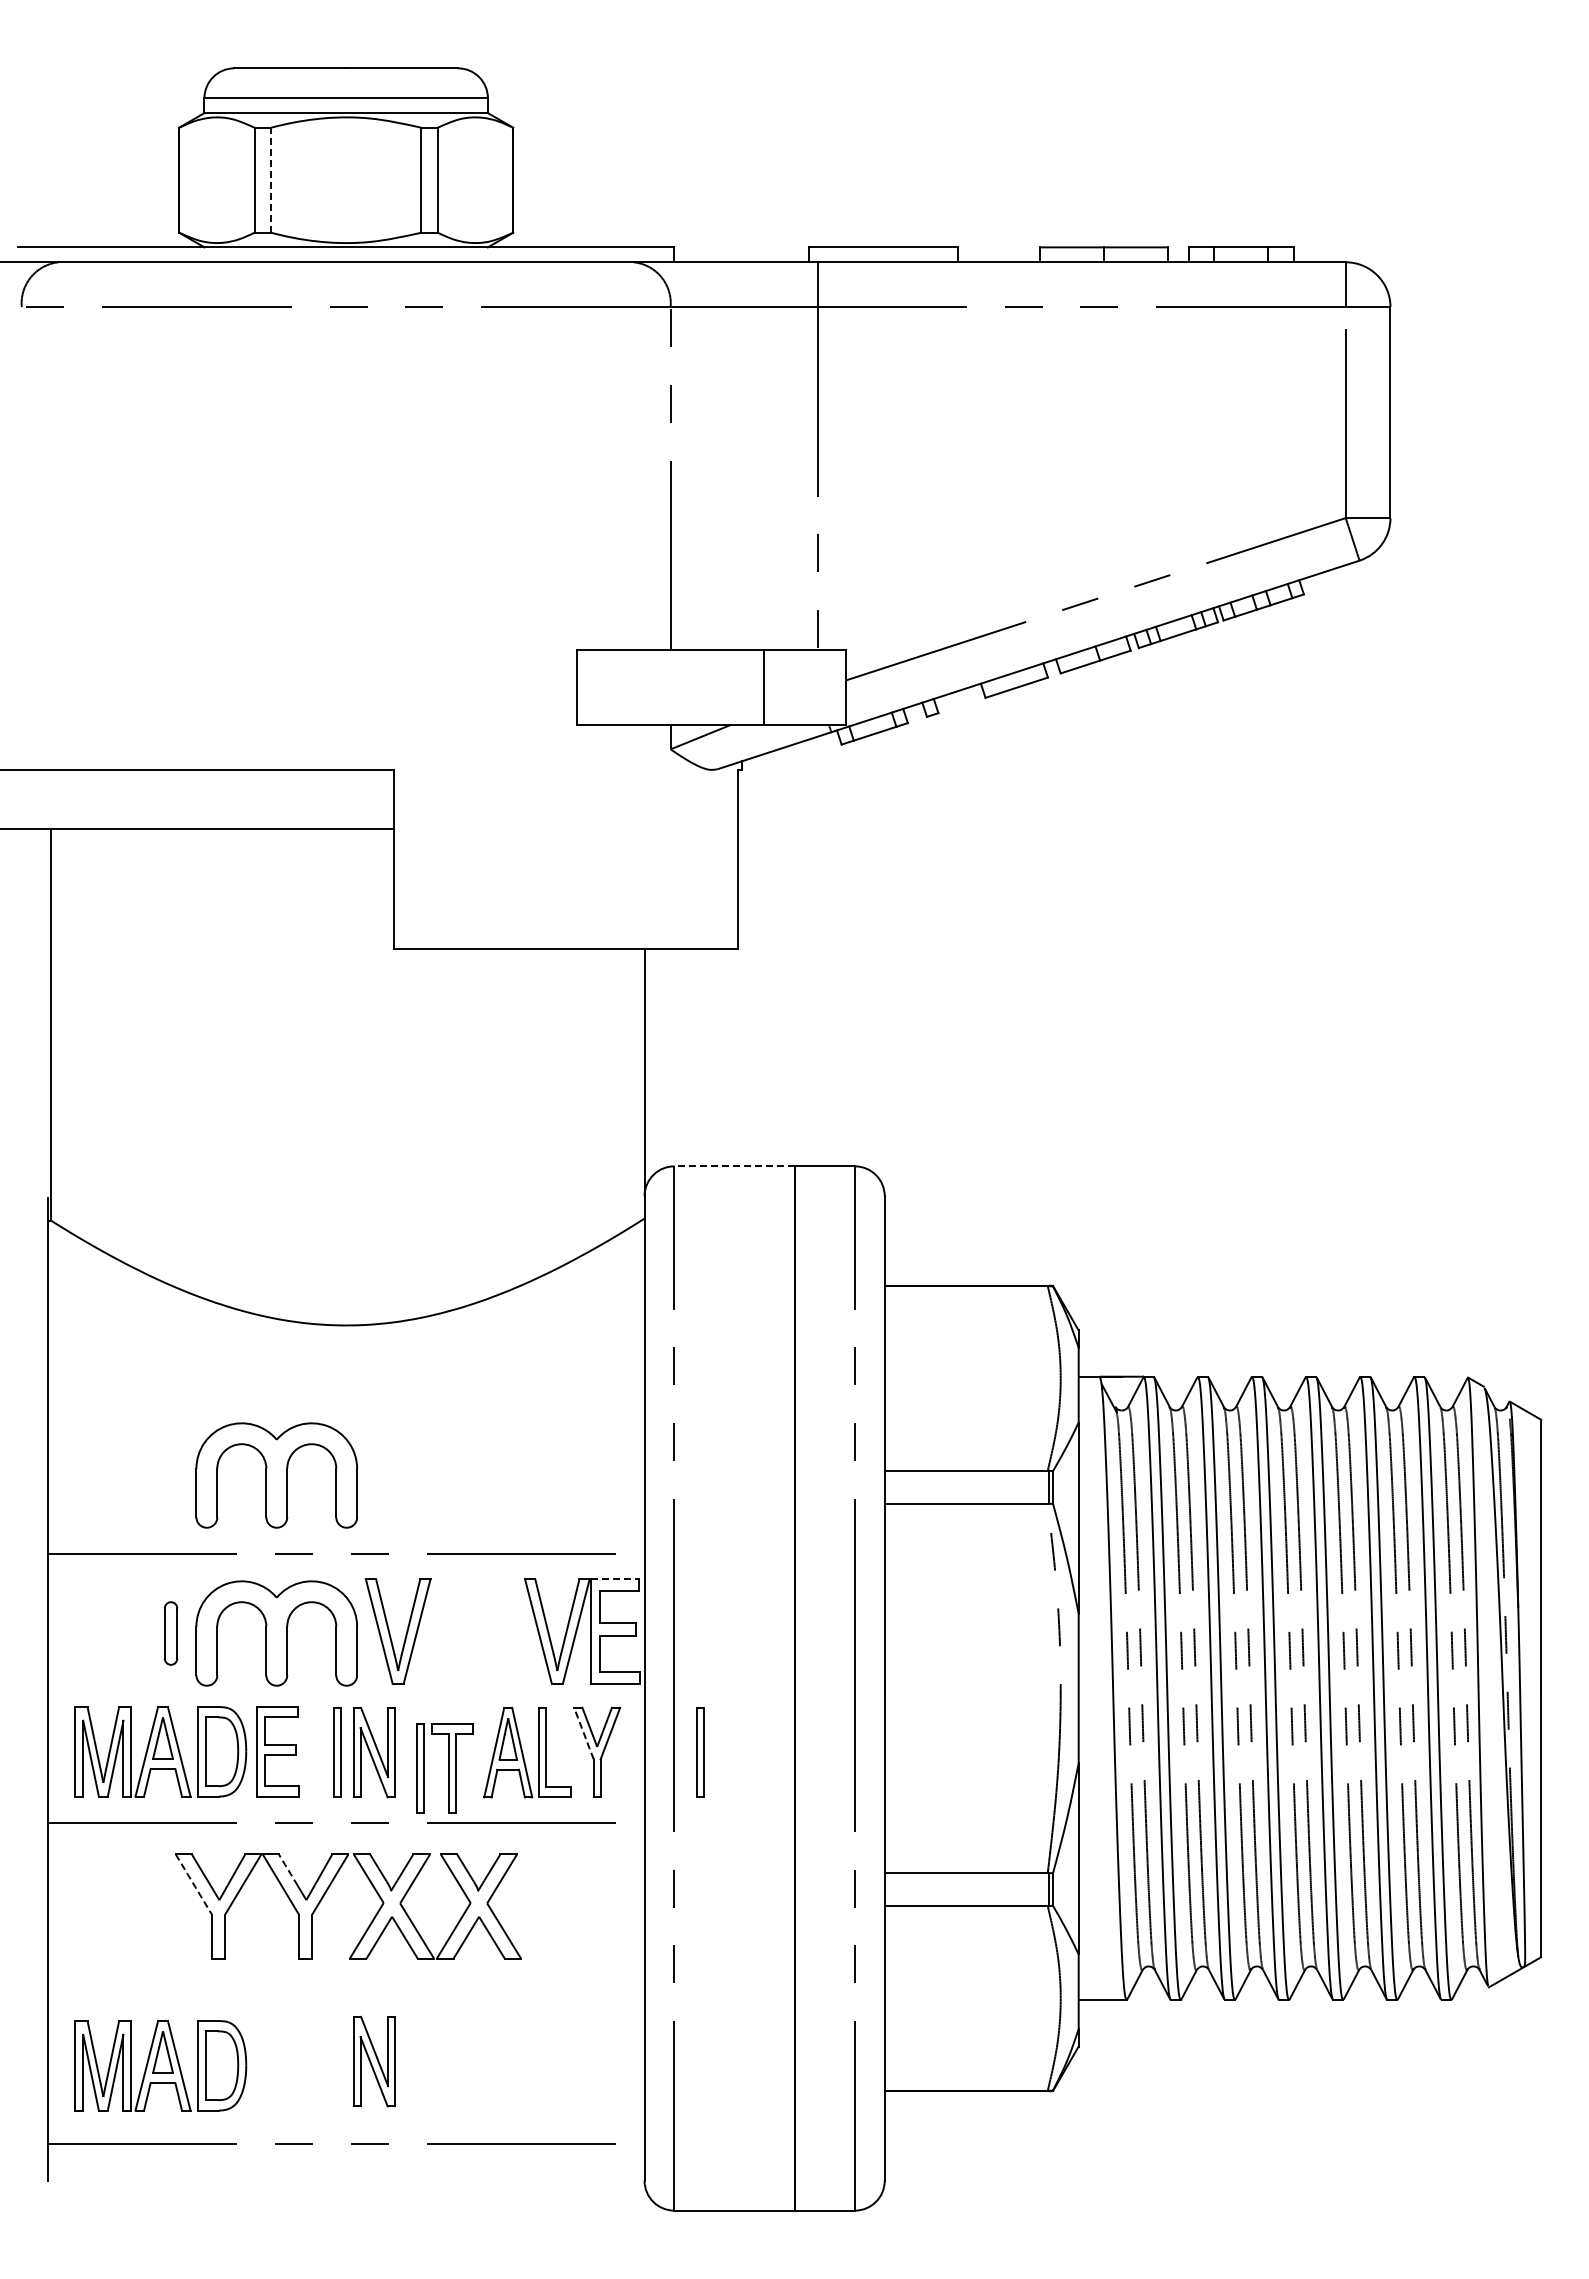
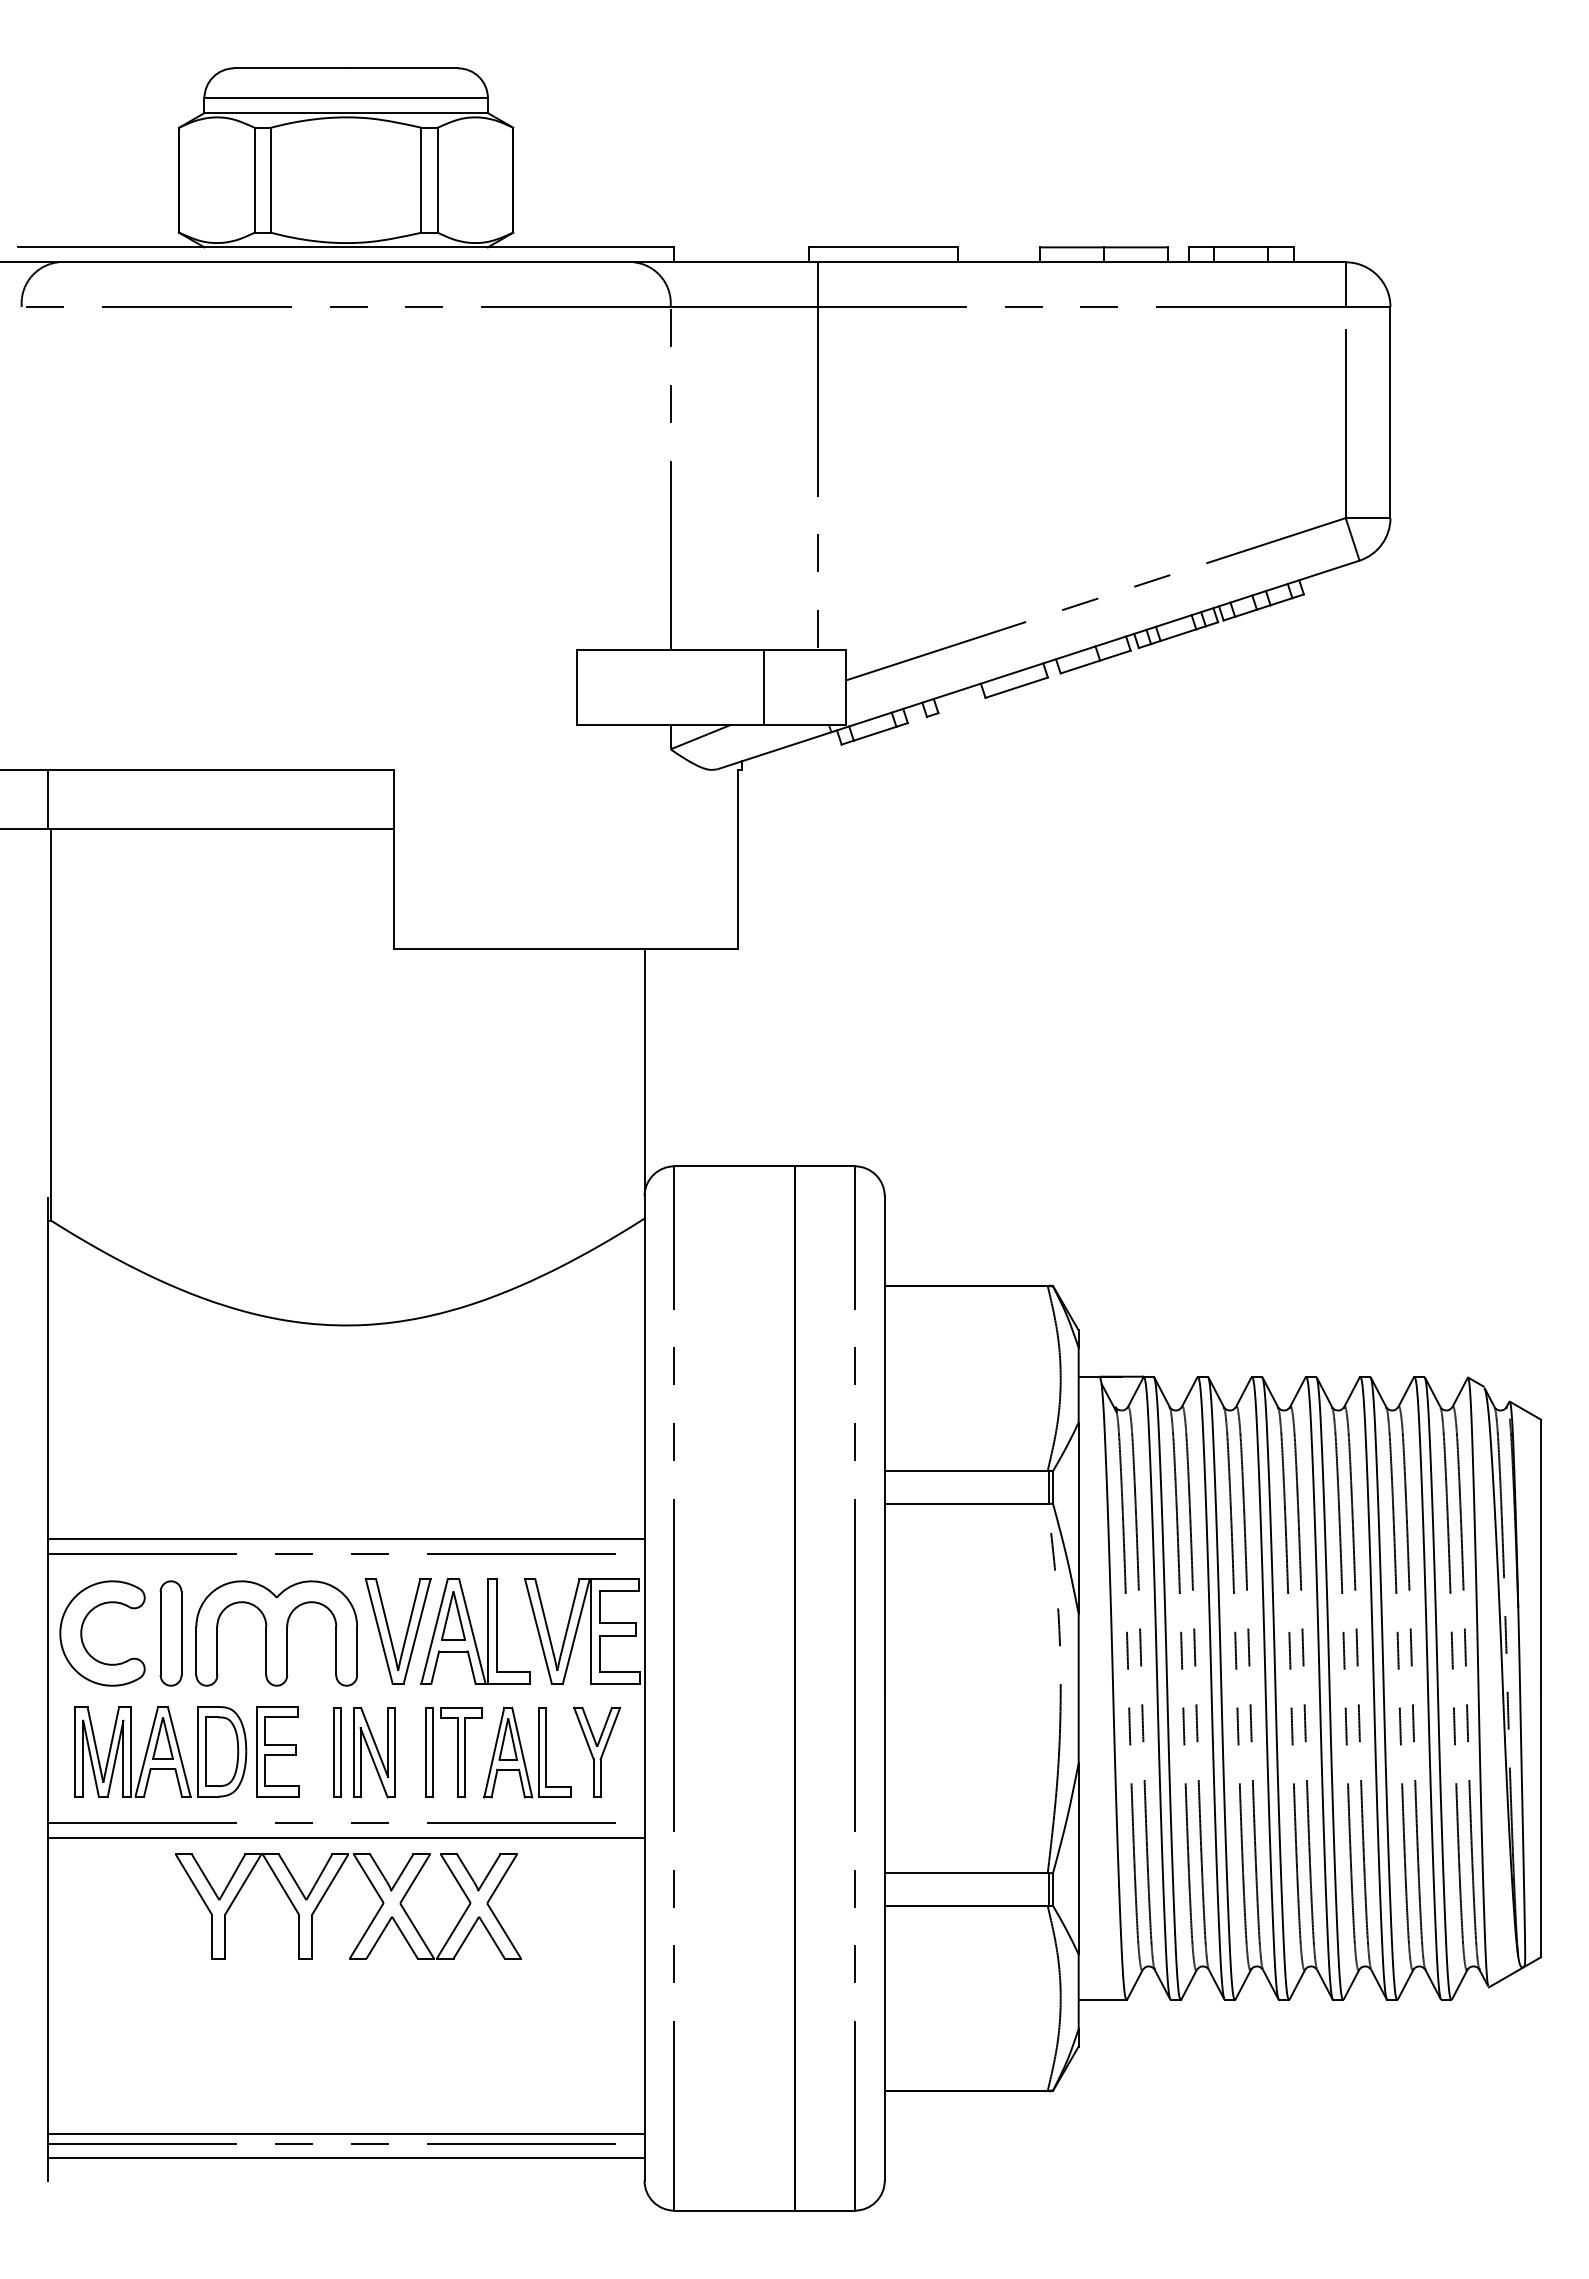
line at (270, 179): dashed -> solid
line at (47, 799): none -> present
line at (734, 1166): dashed -> solid
part at (276, 1475): present -> none
line at (345, 1539): none -> present
line at (615, 1579): dashed -> solid
part at (475, 1631): none -> present
part at (82, 1633): none -> present
part at (171, 1633) size: 15x65 px -> 24x107 px
line at (583, 1733): dashed -> solid
part at (700, 1752): present -> none
part at (444, 1768) position: (444, 1768) -> (453, 1752)
line at (345, 1837): none -> present
line at (288, 1869): dashed -> solid
line at (194, 1884): dashed -> solid
part at (374, 2061): present -> none
part at (160, 2065): present -> none
line at (345, 2134): none -> present
line at (345, 2158): none -> present
